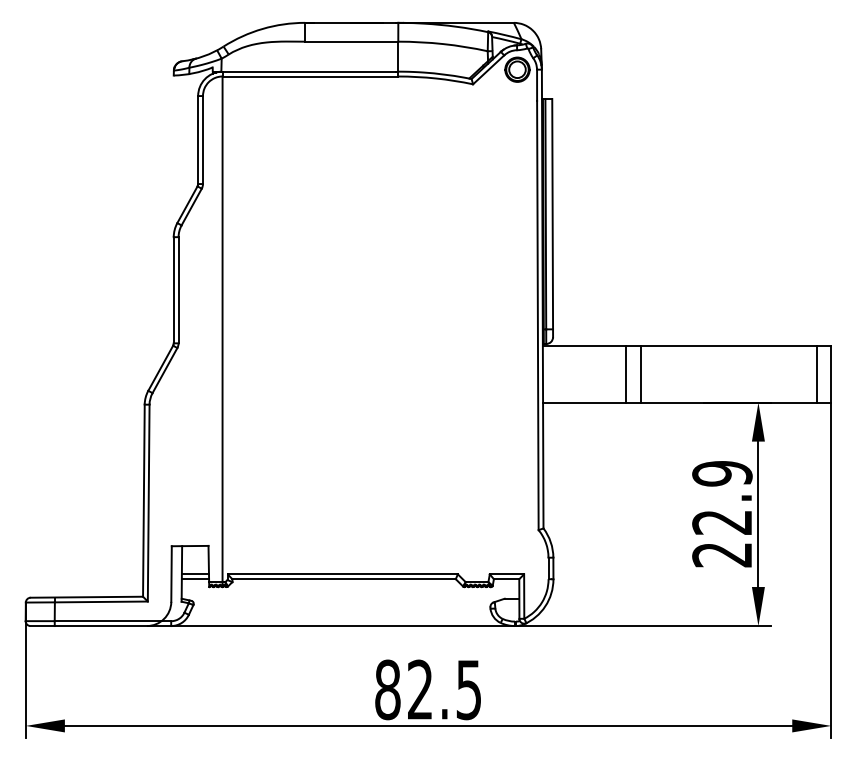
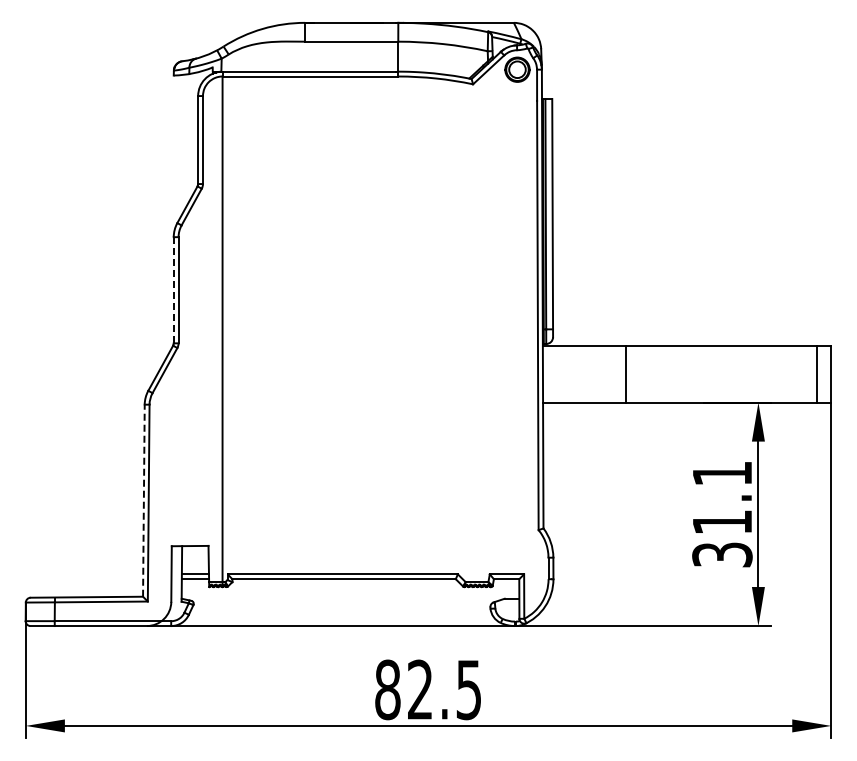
line at (173, 289): solid -> dashed
line at (640, 373): present -> none
line at (143, 500): solid -> dashed
text at (722, 514): 22.9 -> 31.1
